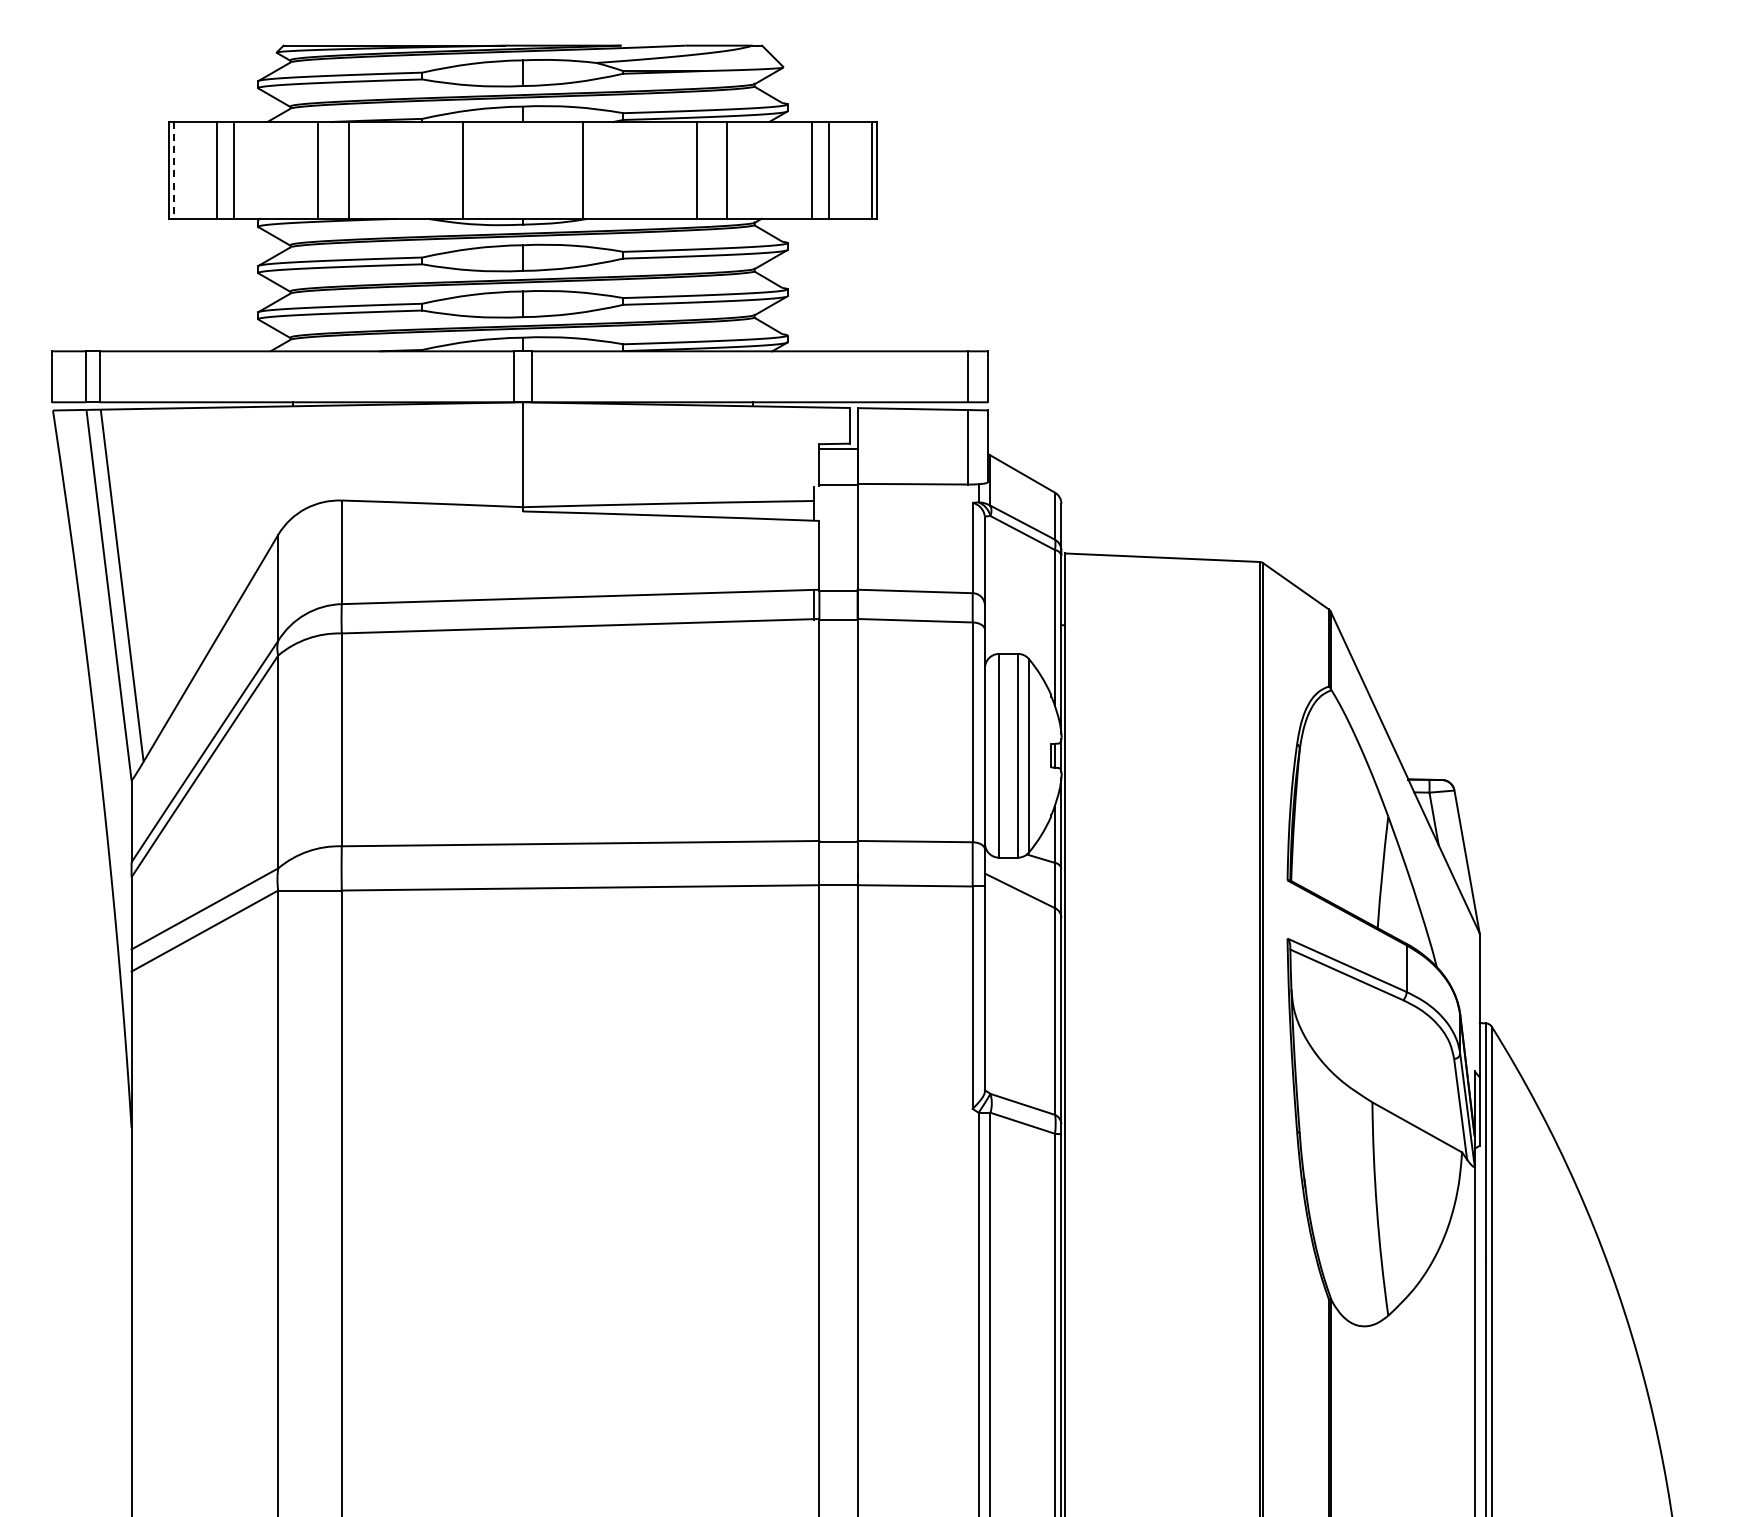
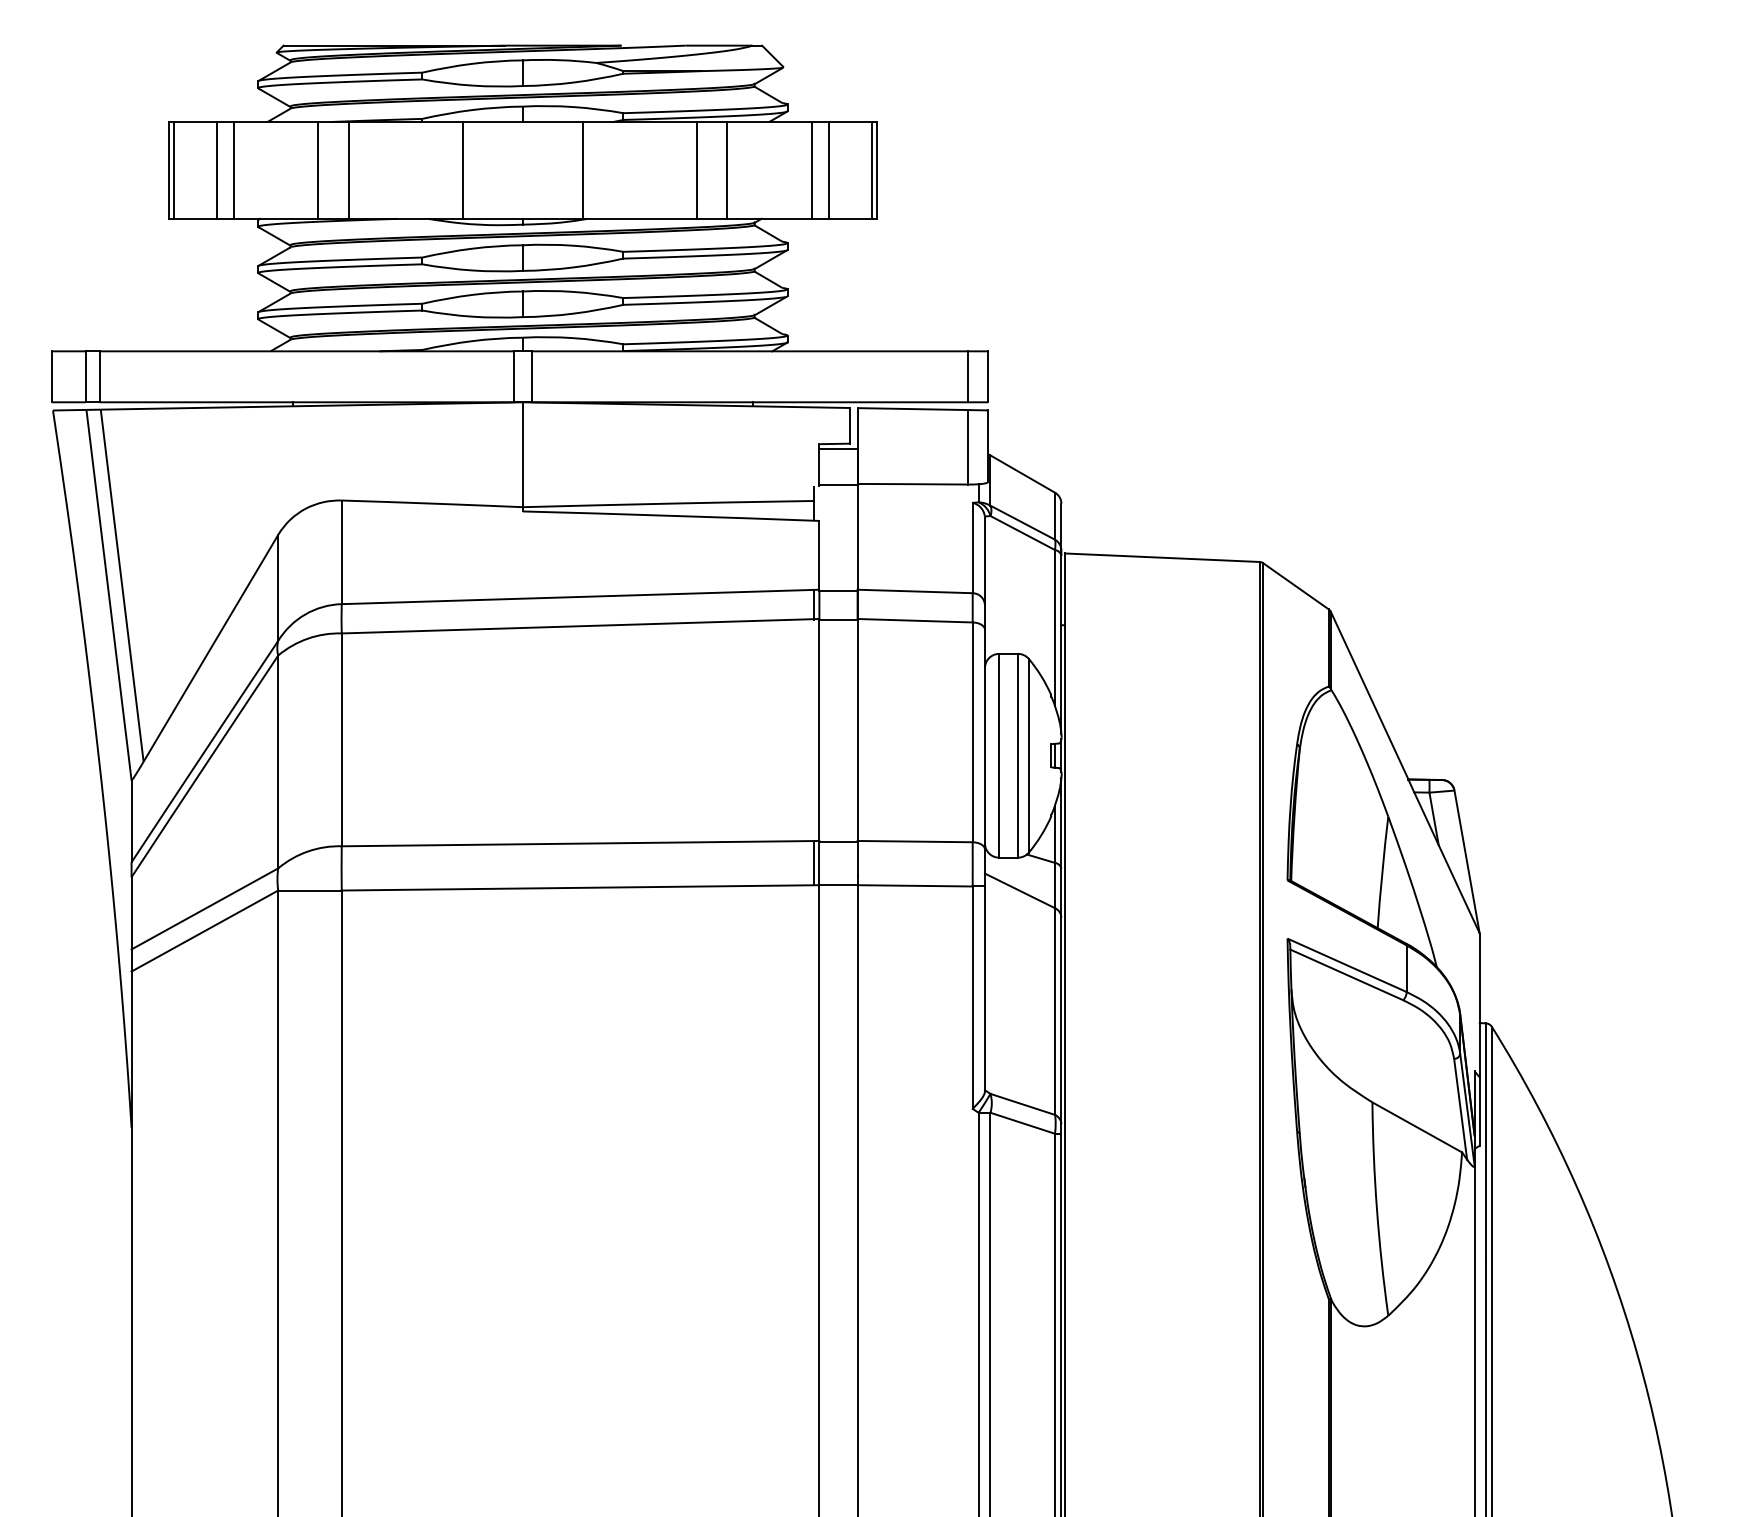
line at (173, 170): dashed -> solid
line at (814, 863): none -> present
